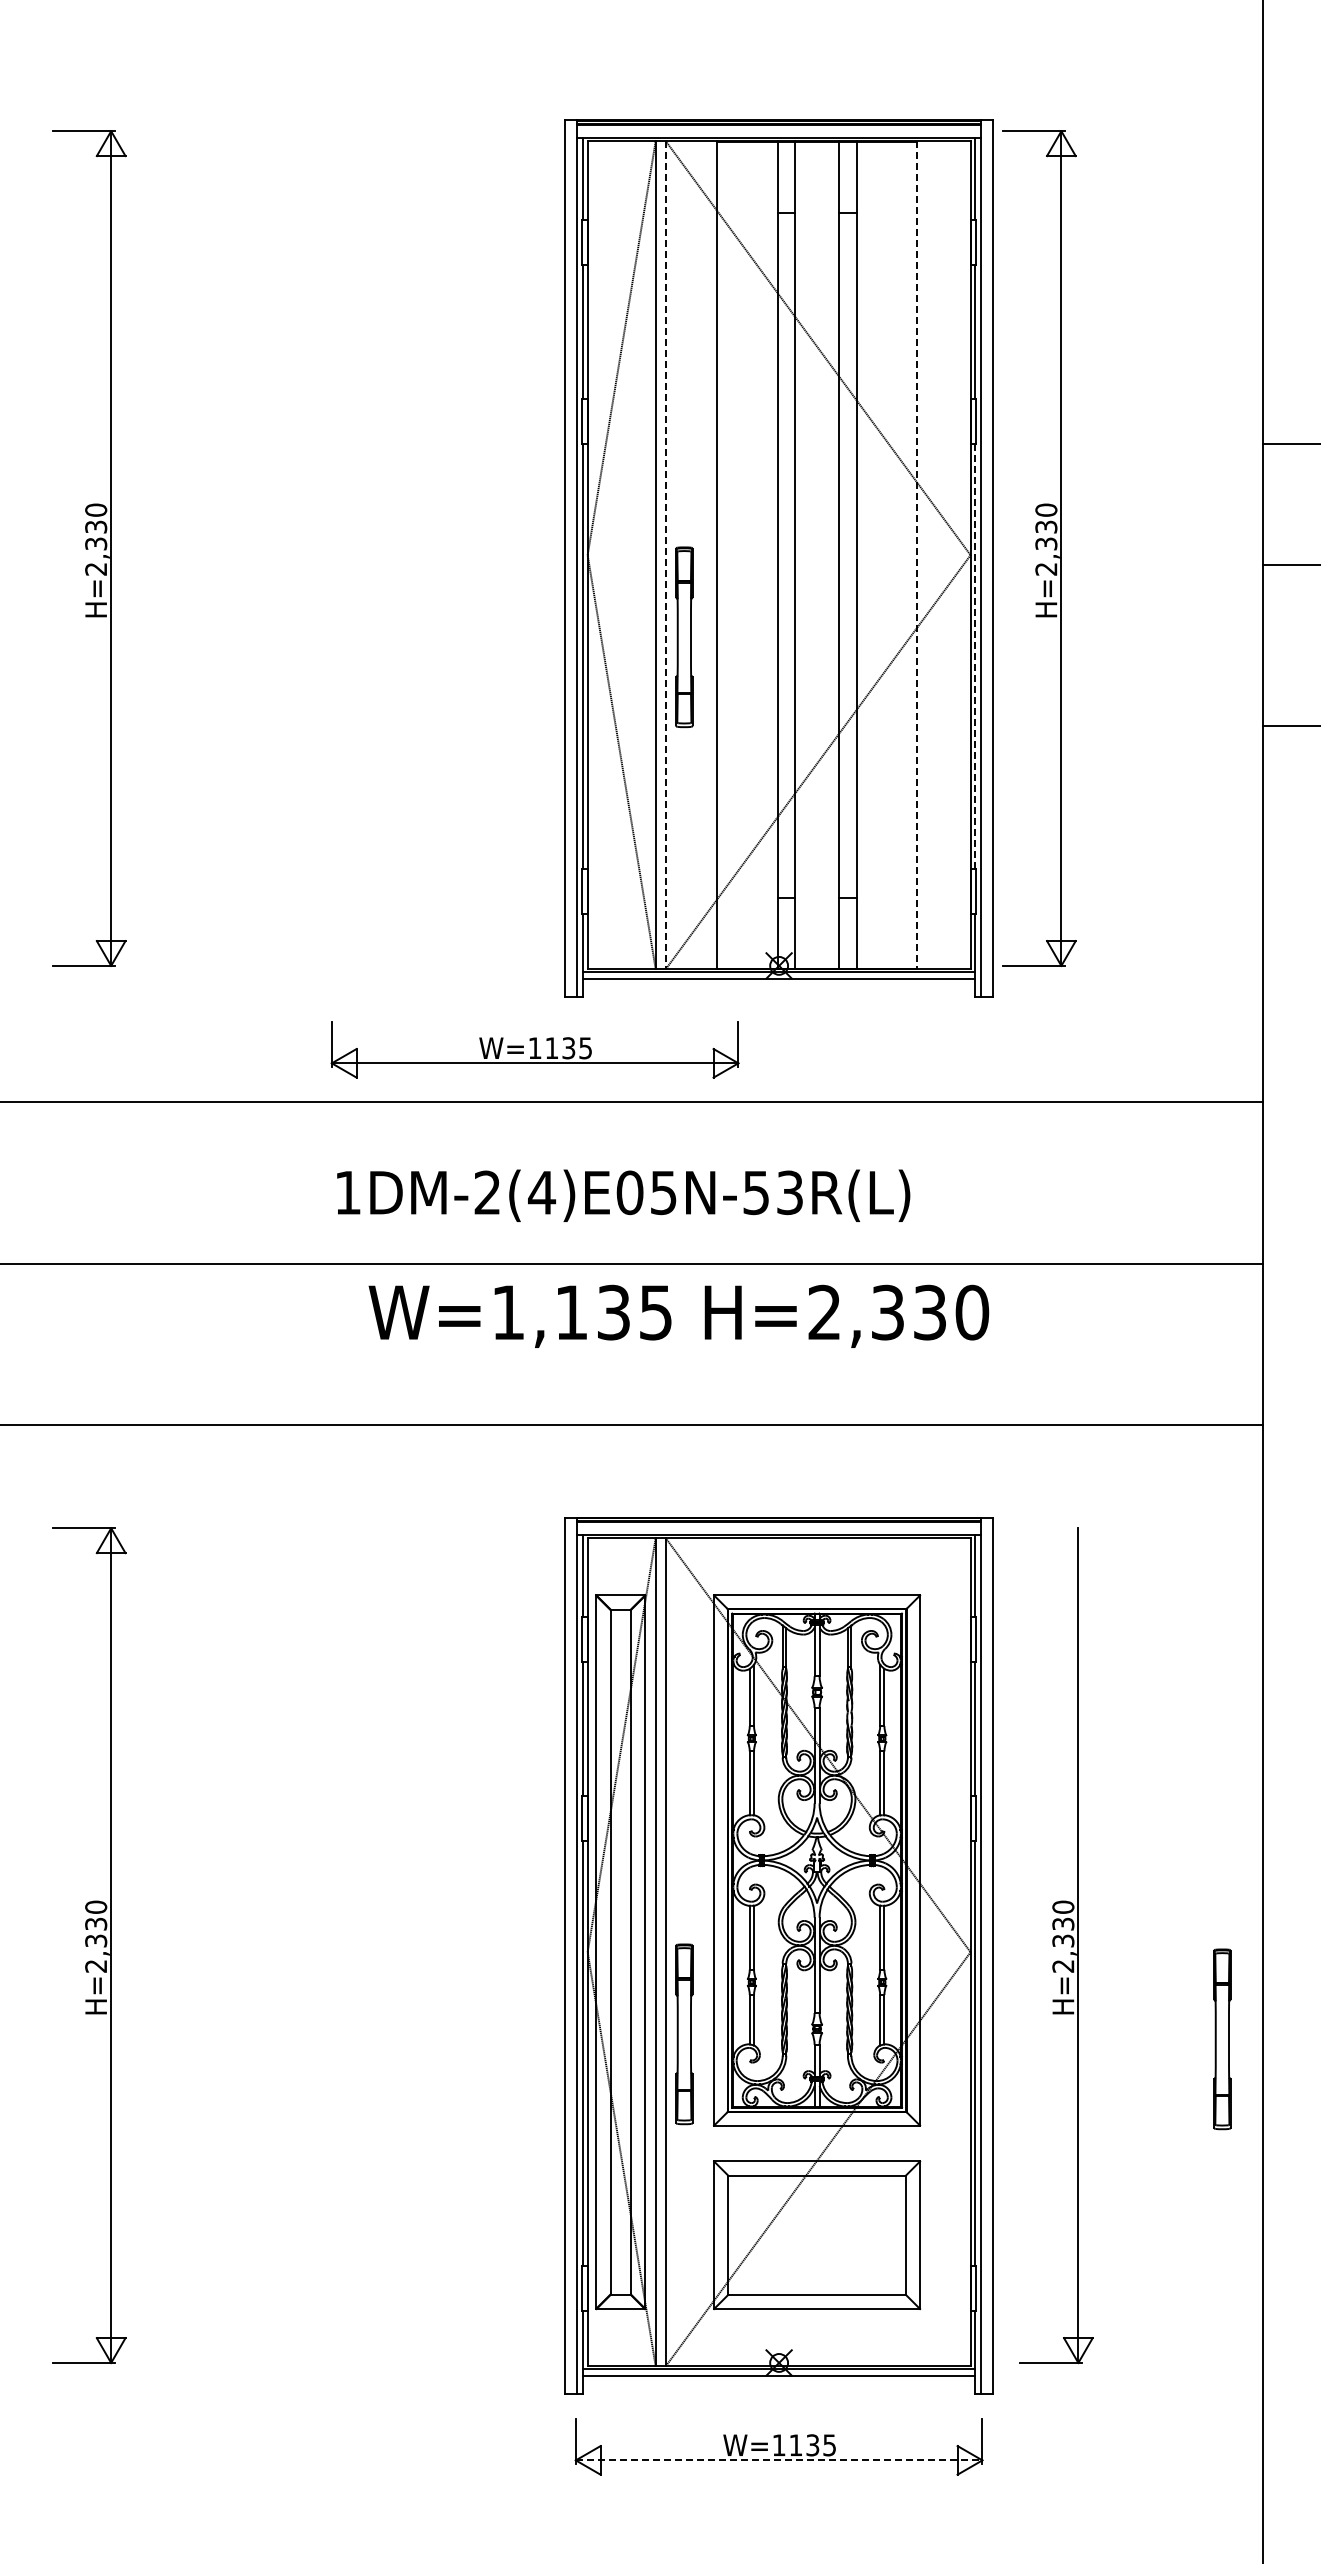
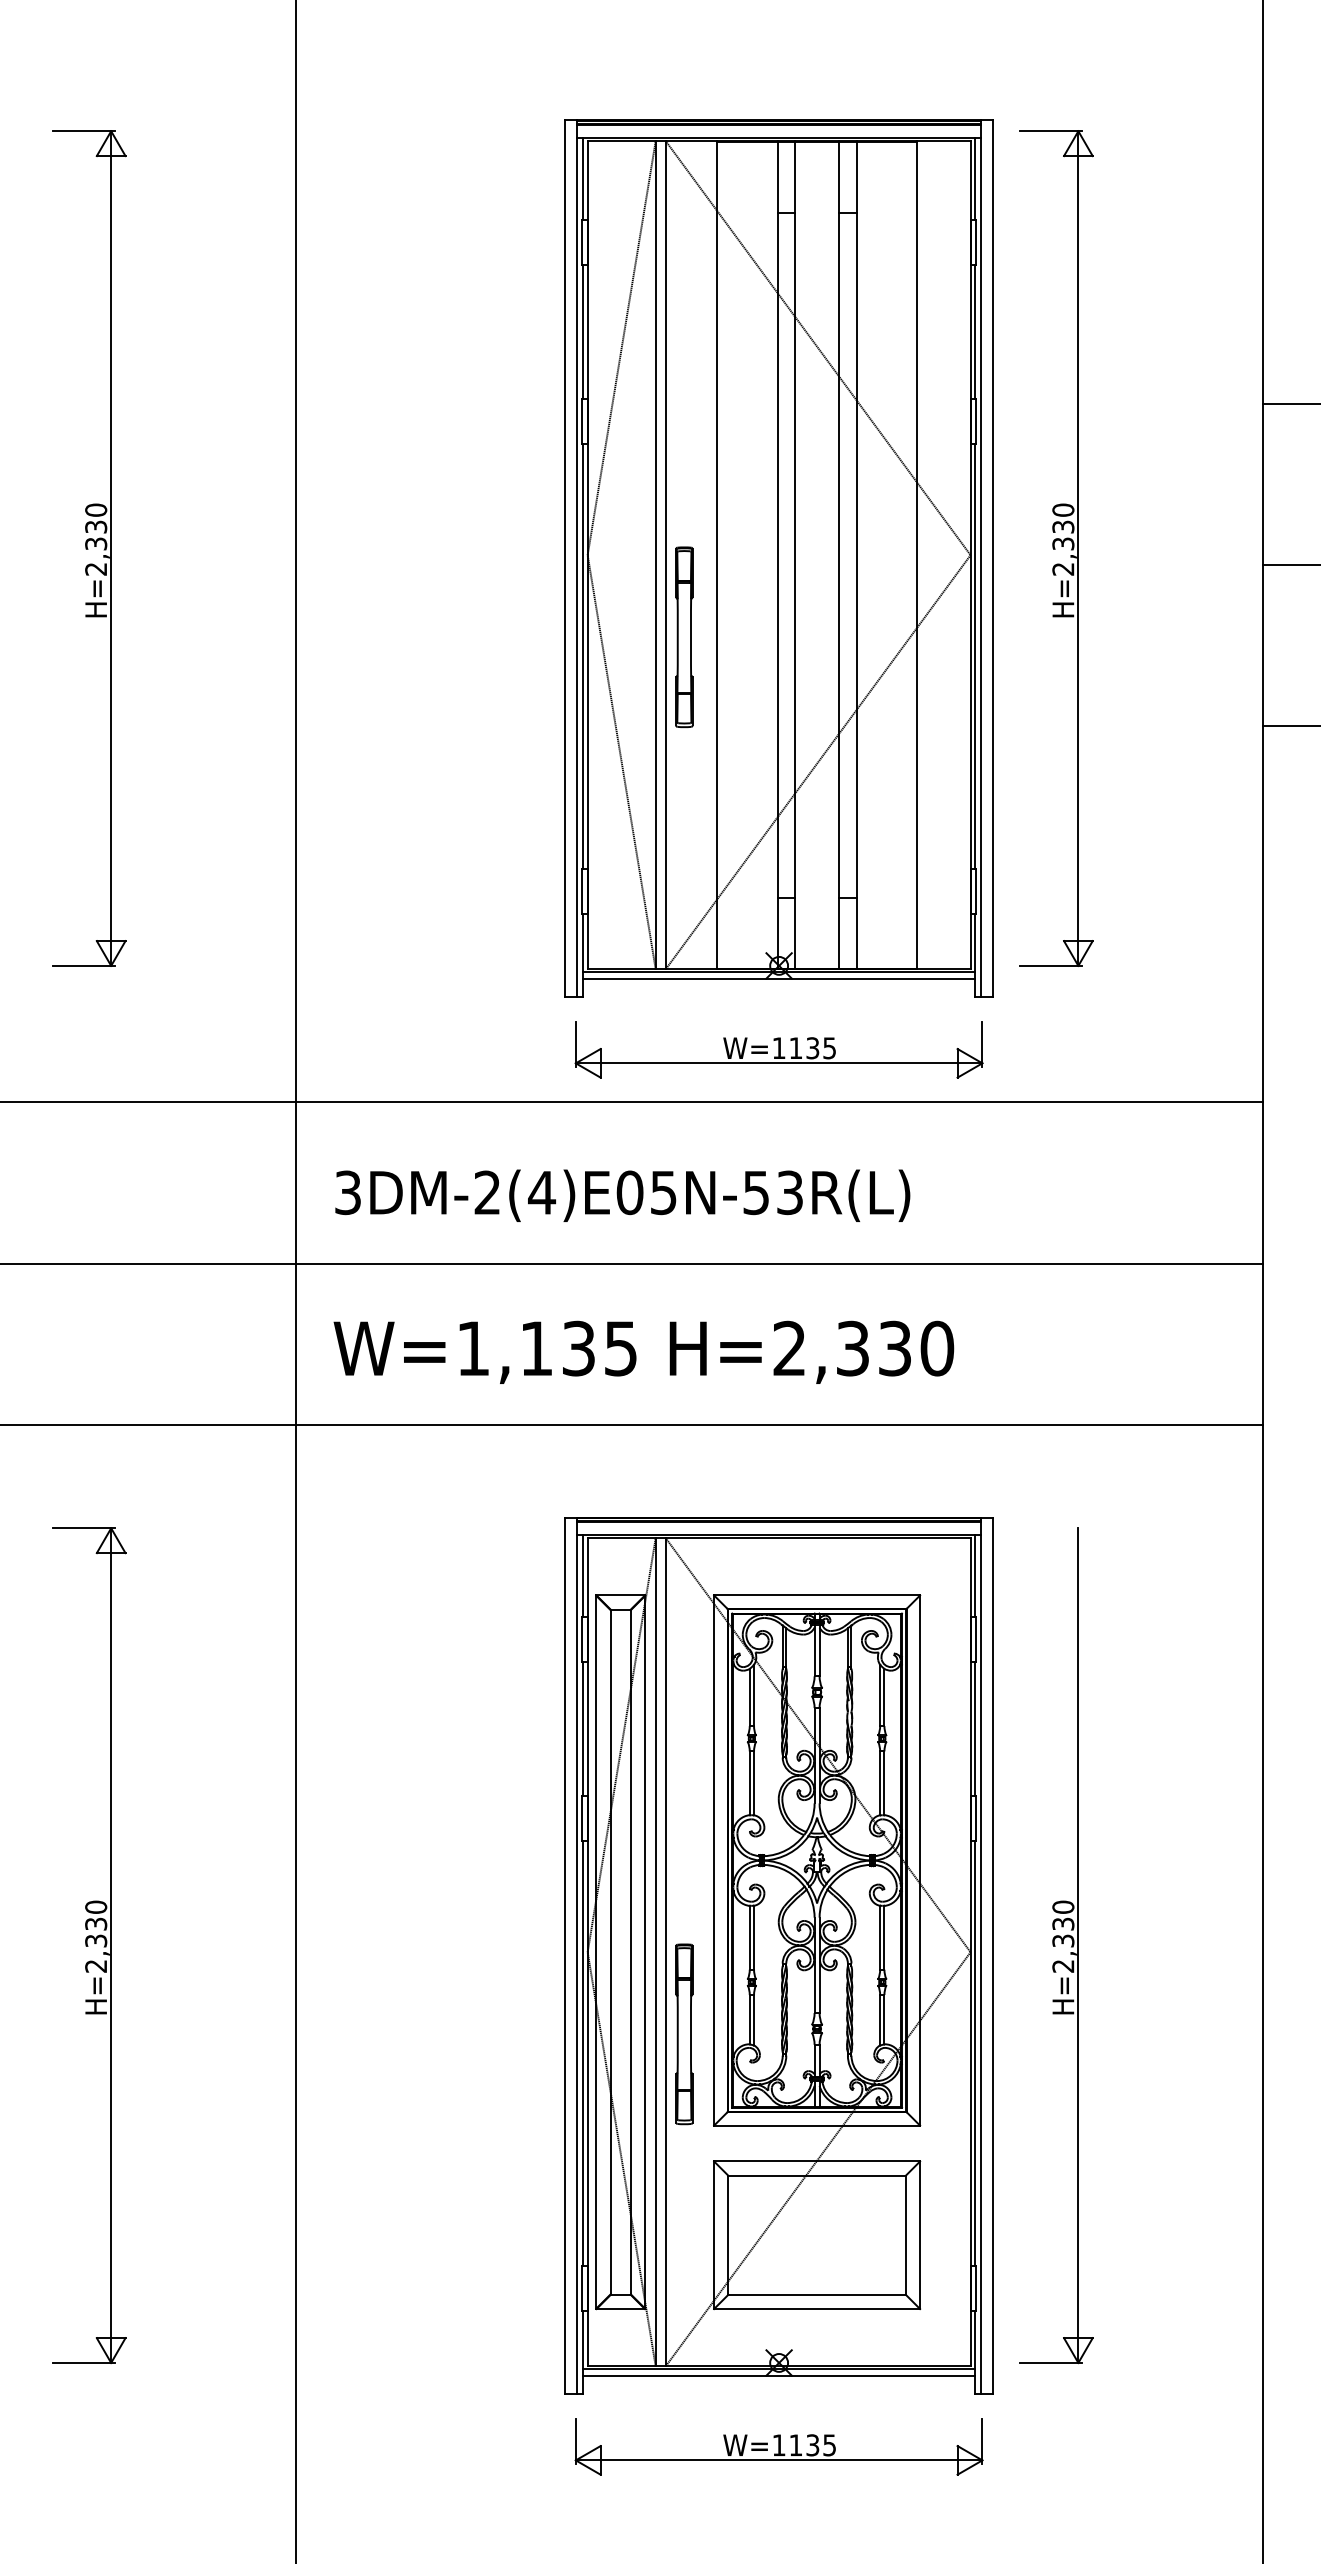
line at (1289, 443) position: (1289, 443) -> (1289, 403)
part at (1039, 548) position: (1039, 548) -> (1056, 548)
line at (665, 555): dashed -> solid
line at (917, 555): dashed -> solid
line at (975, 656): dashed -> solid
part at (534, 1049) position: (534, 1049) -> (778, 1049)
text at (347, 1192): 1DM-2(4)E05N-53R(L) -> 3DM-2(4)E05N-53R(L)
line at (295, 1281): none -> present
text at (678, 1315) position: (678, 1315) -> (643, 1351)
part at (1222, 2039): present -> none
line at (779, 2460): dashed -> solid
